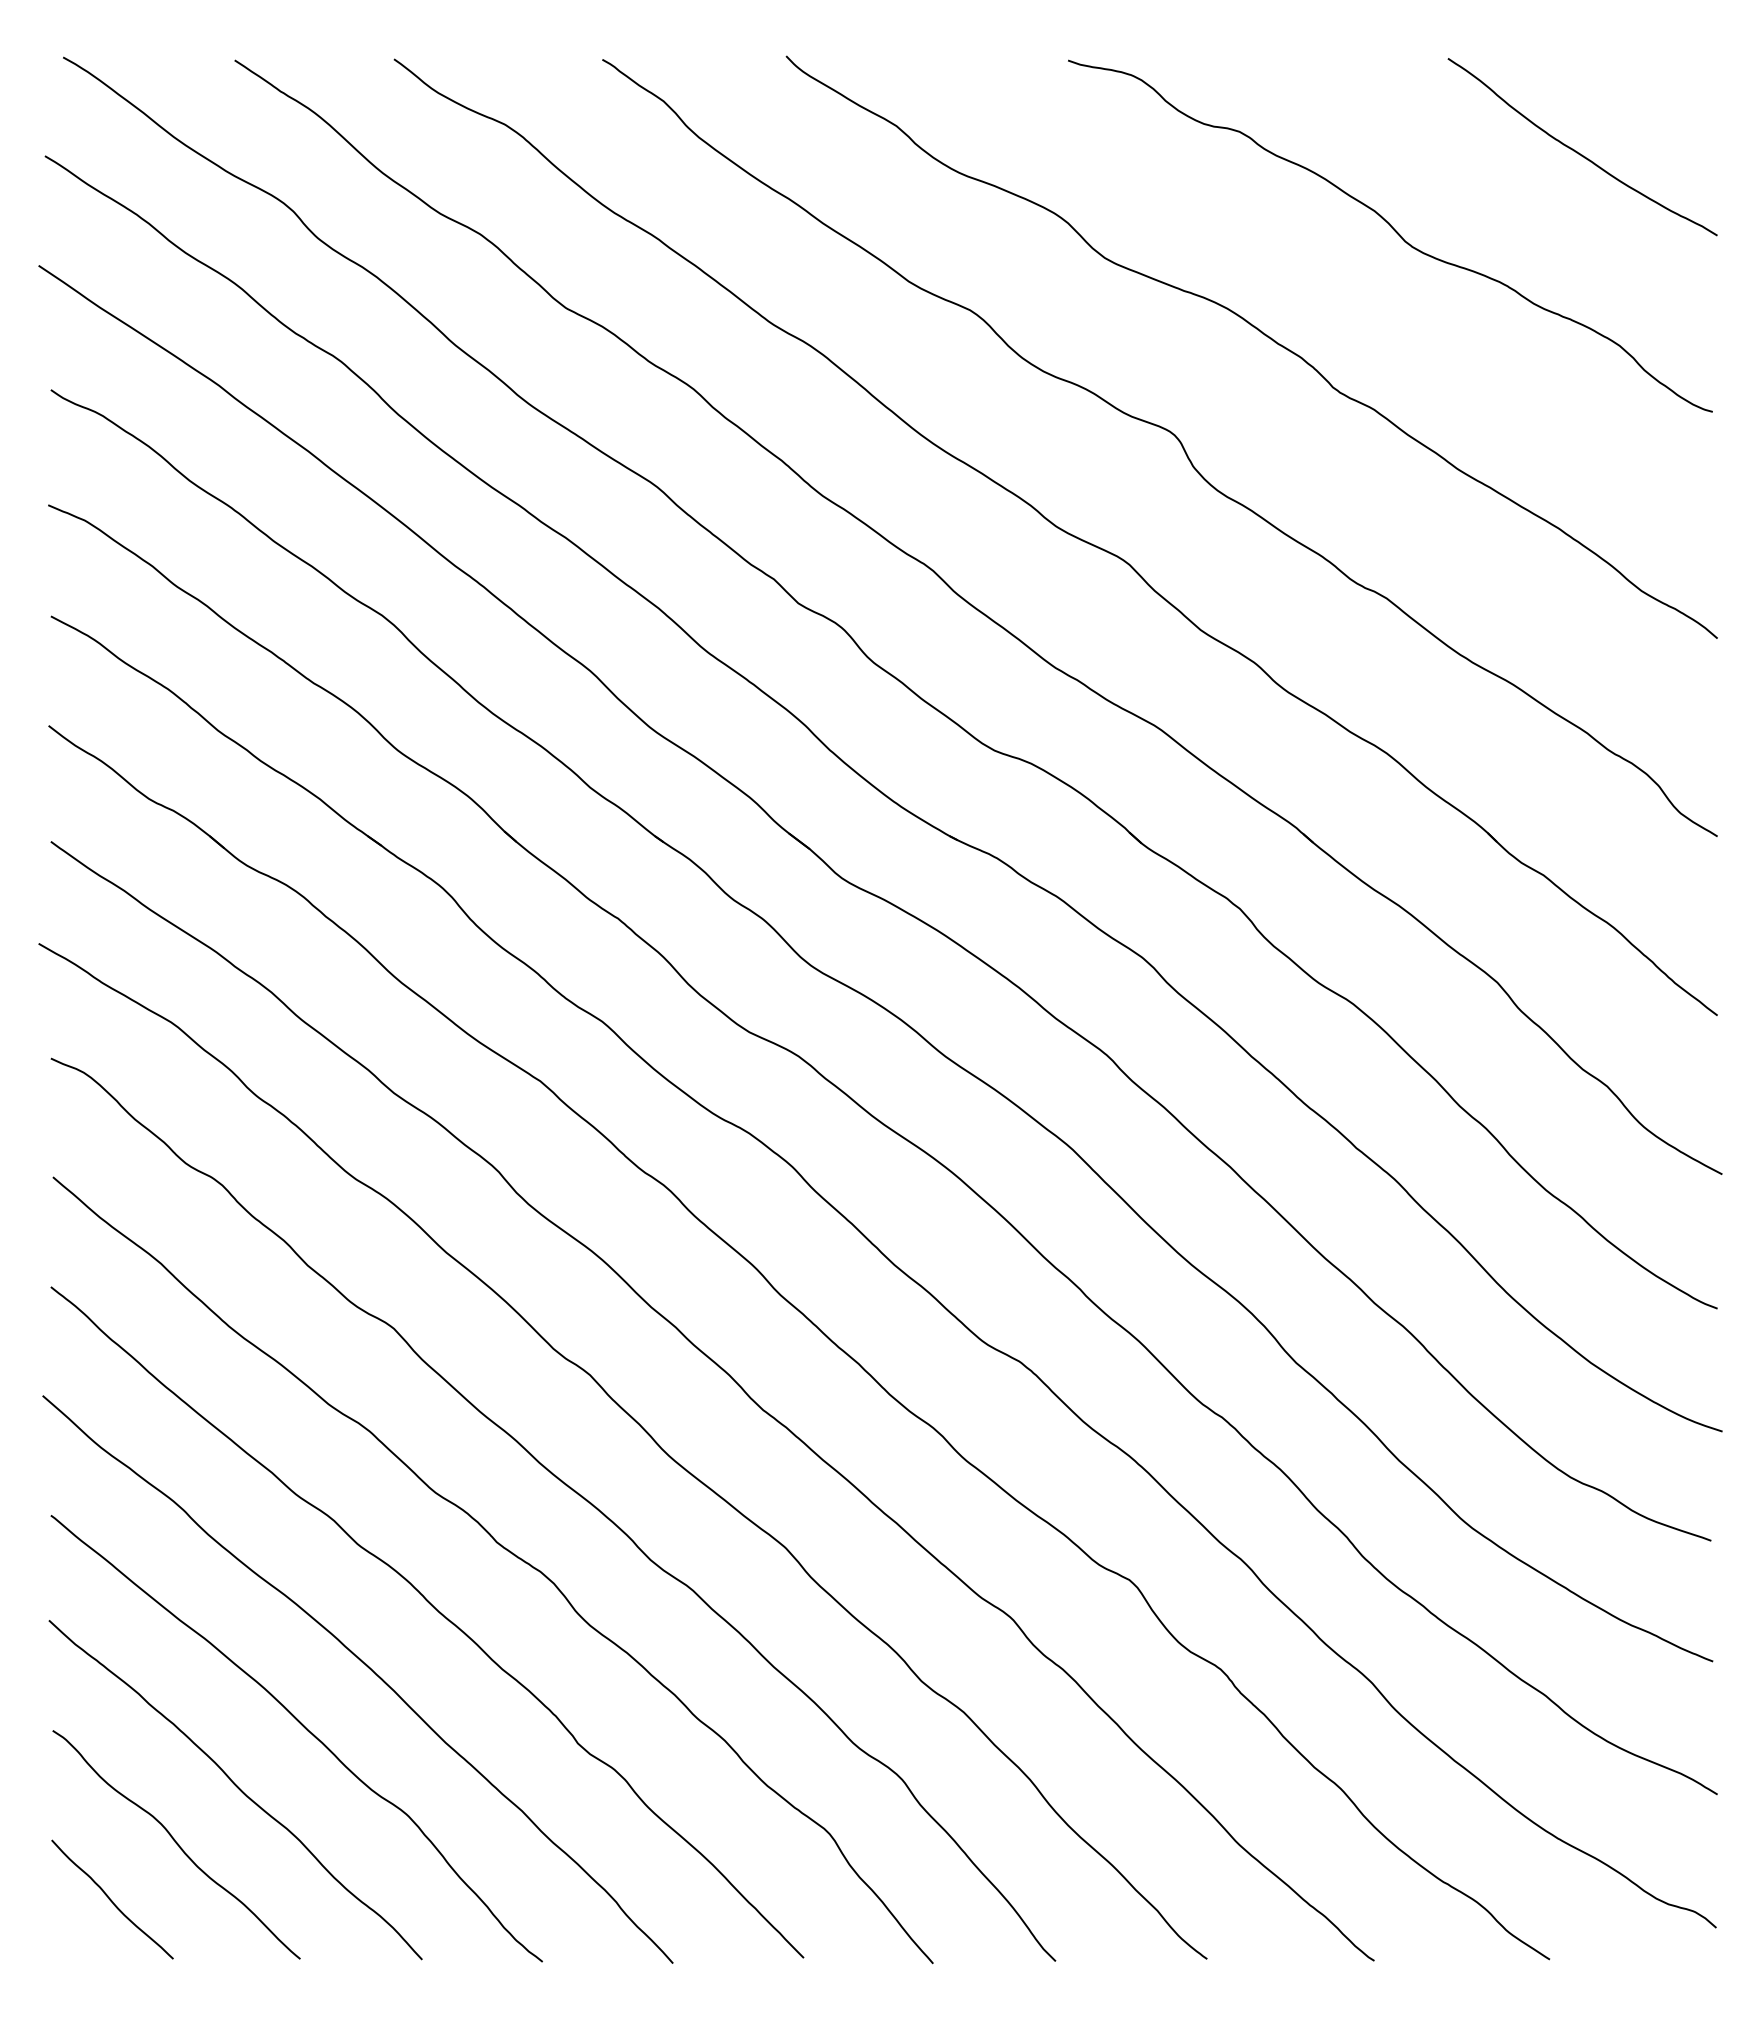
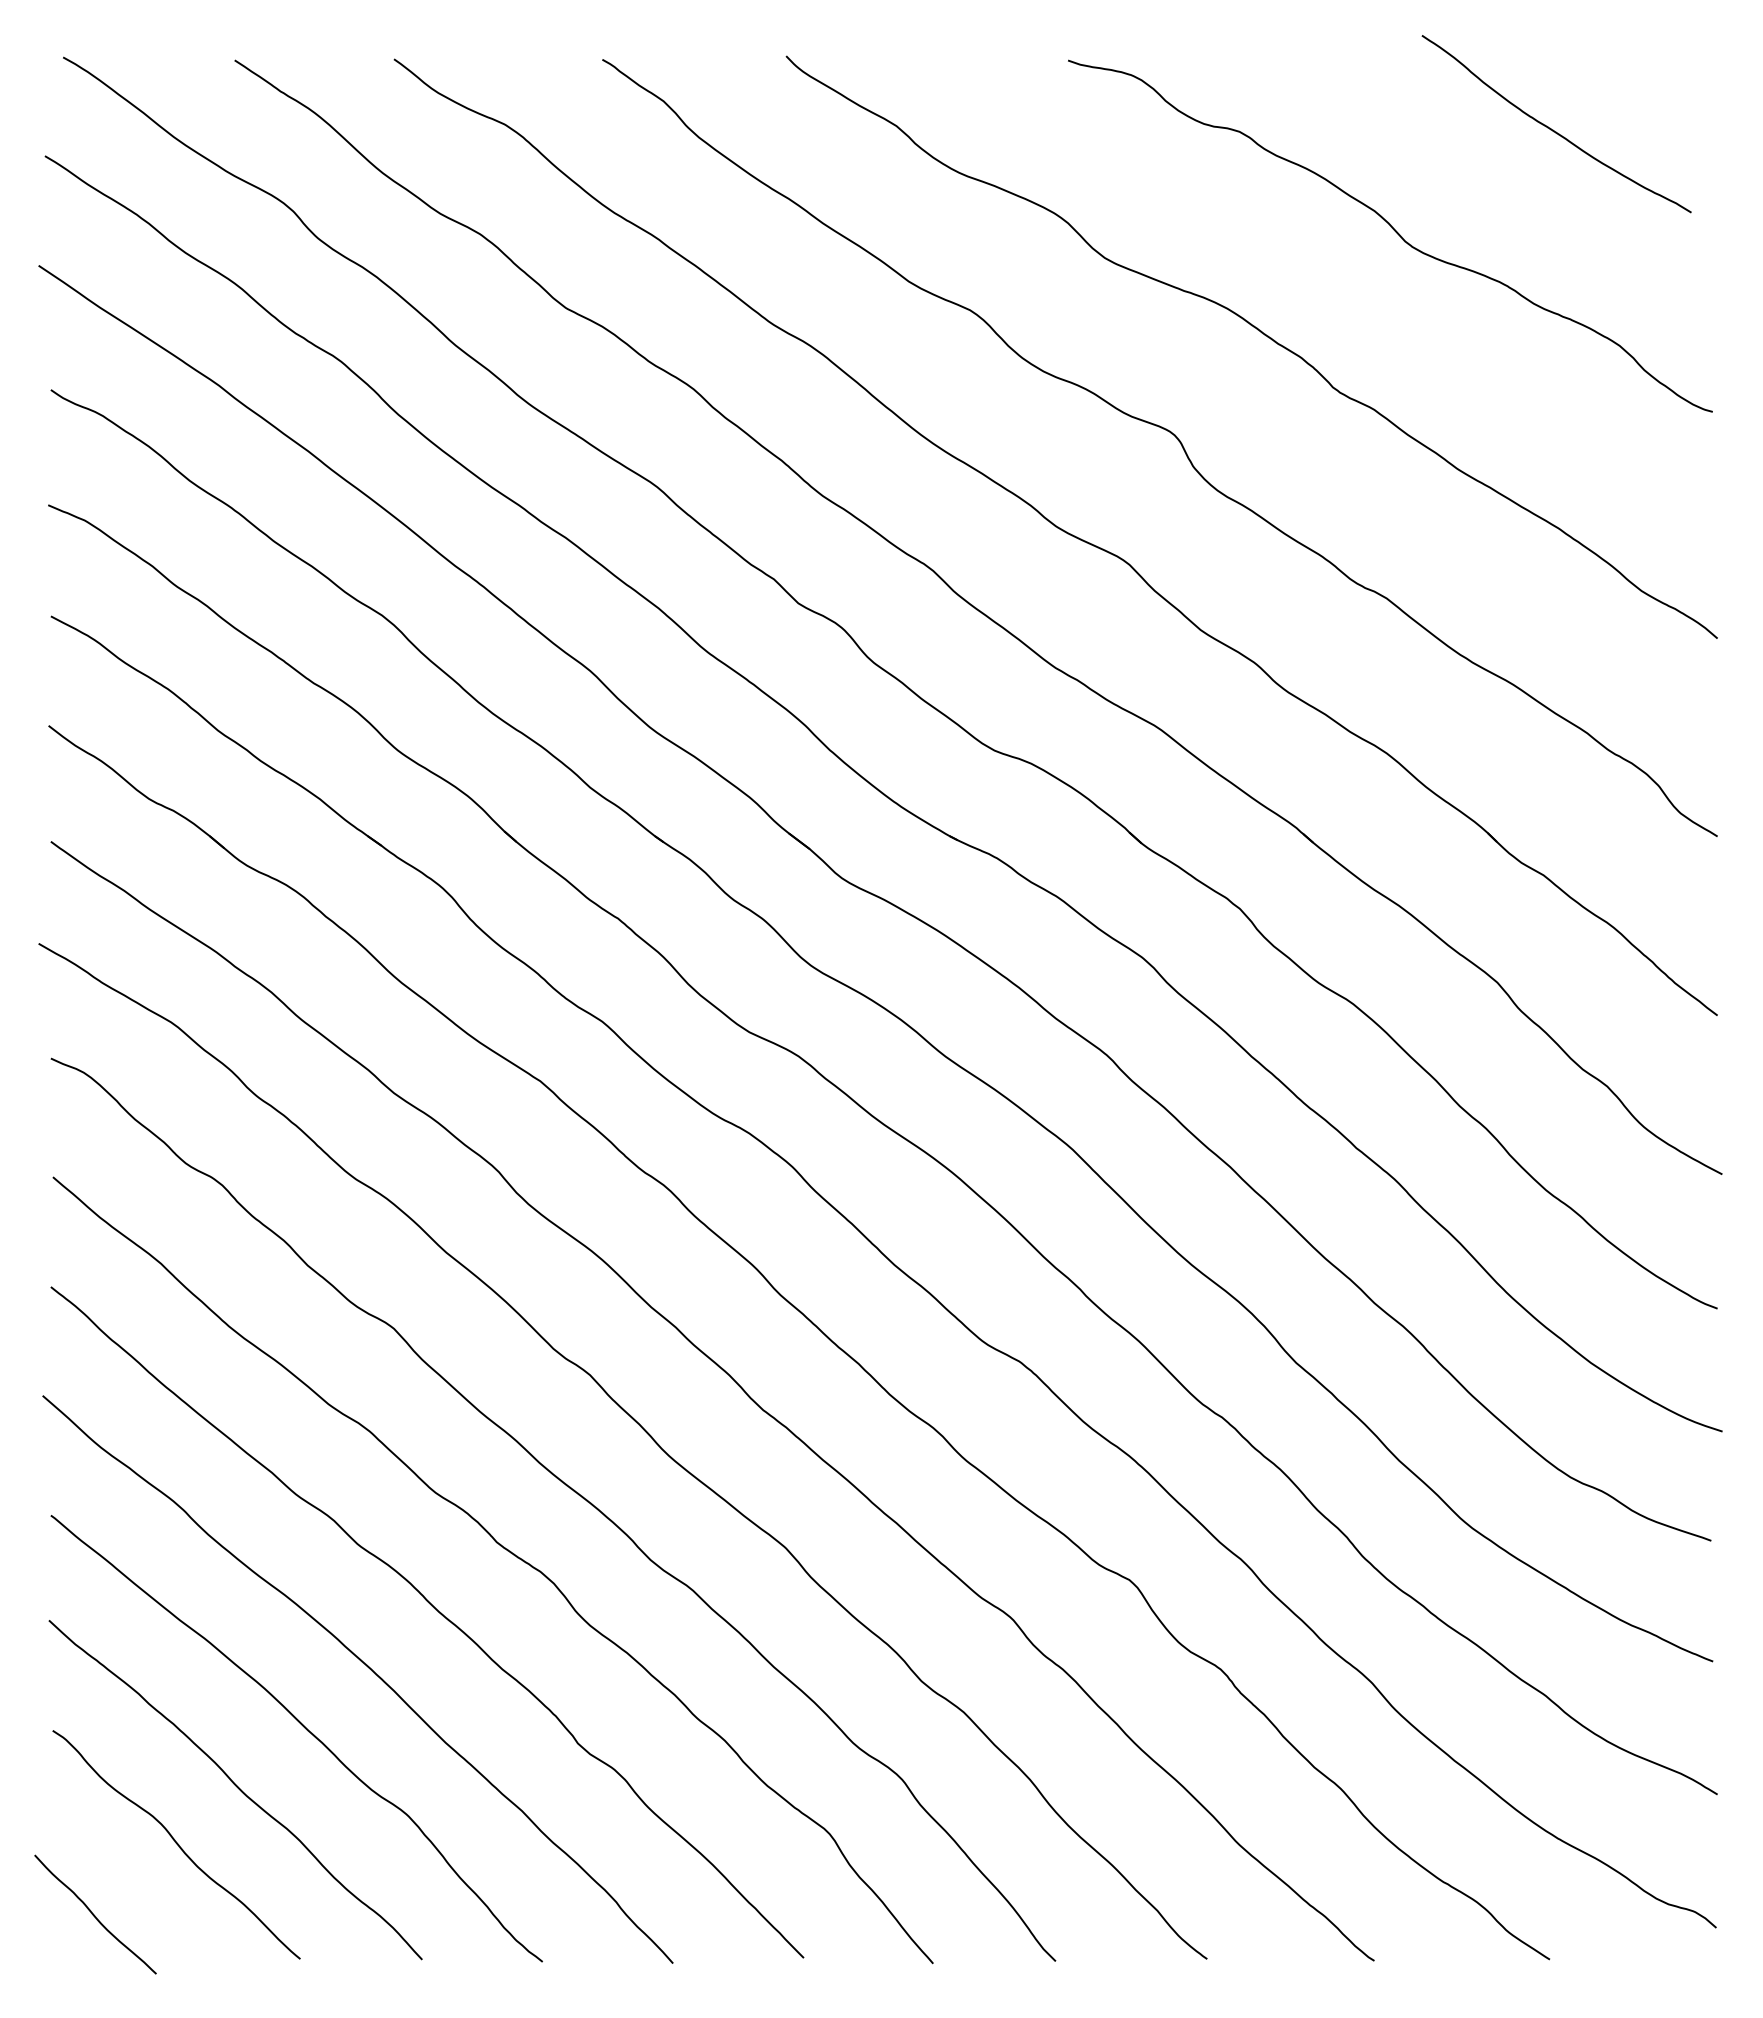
curve at (1579, 152) position: (1579, 152) -> (1553, 129)
curve at (111, 1899) position: (111, 1899) -> (94, 1914)
